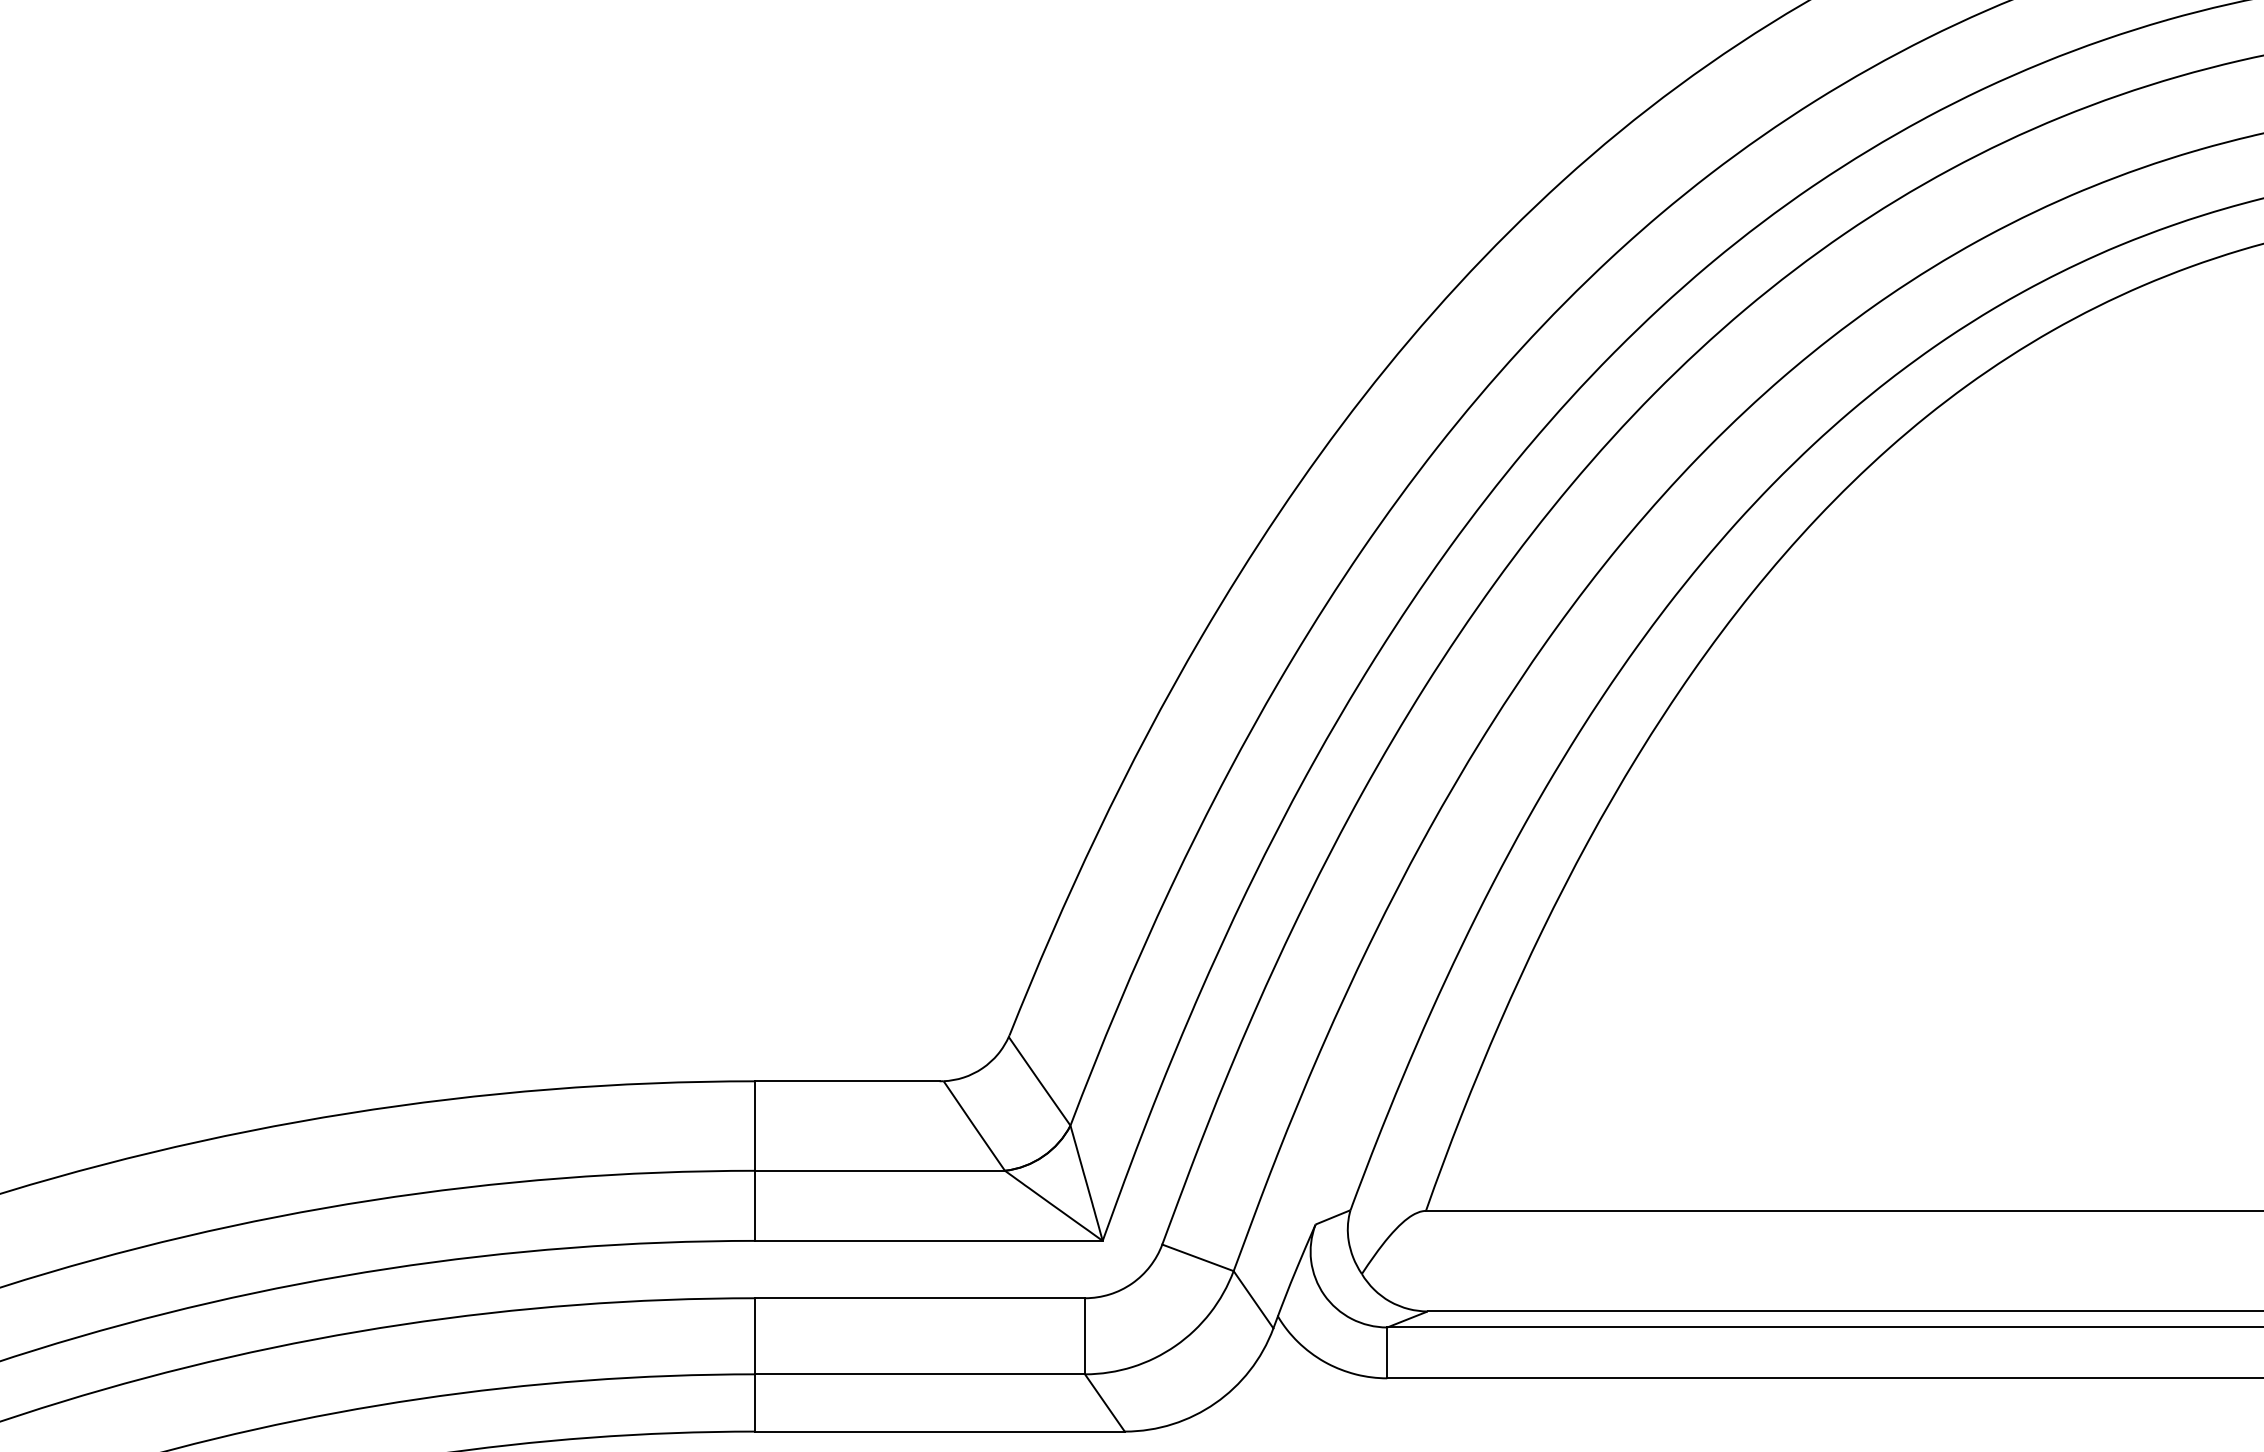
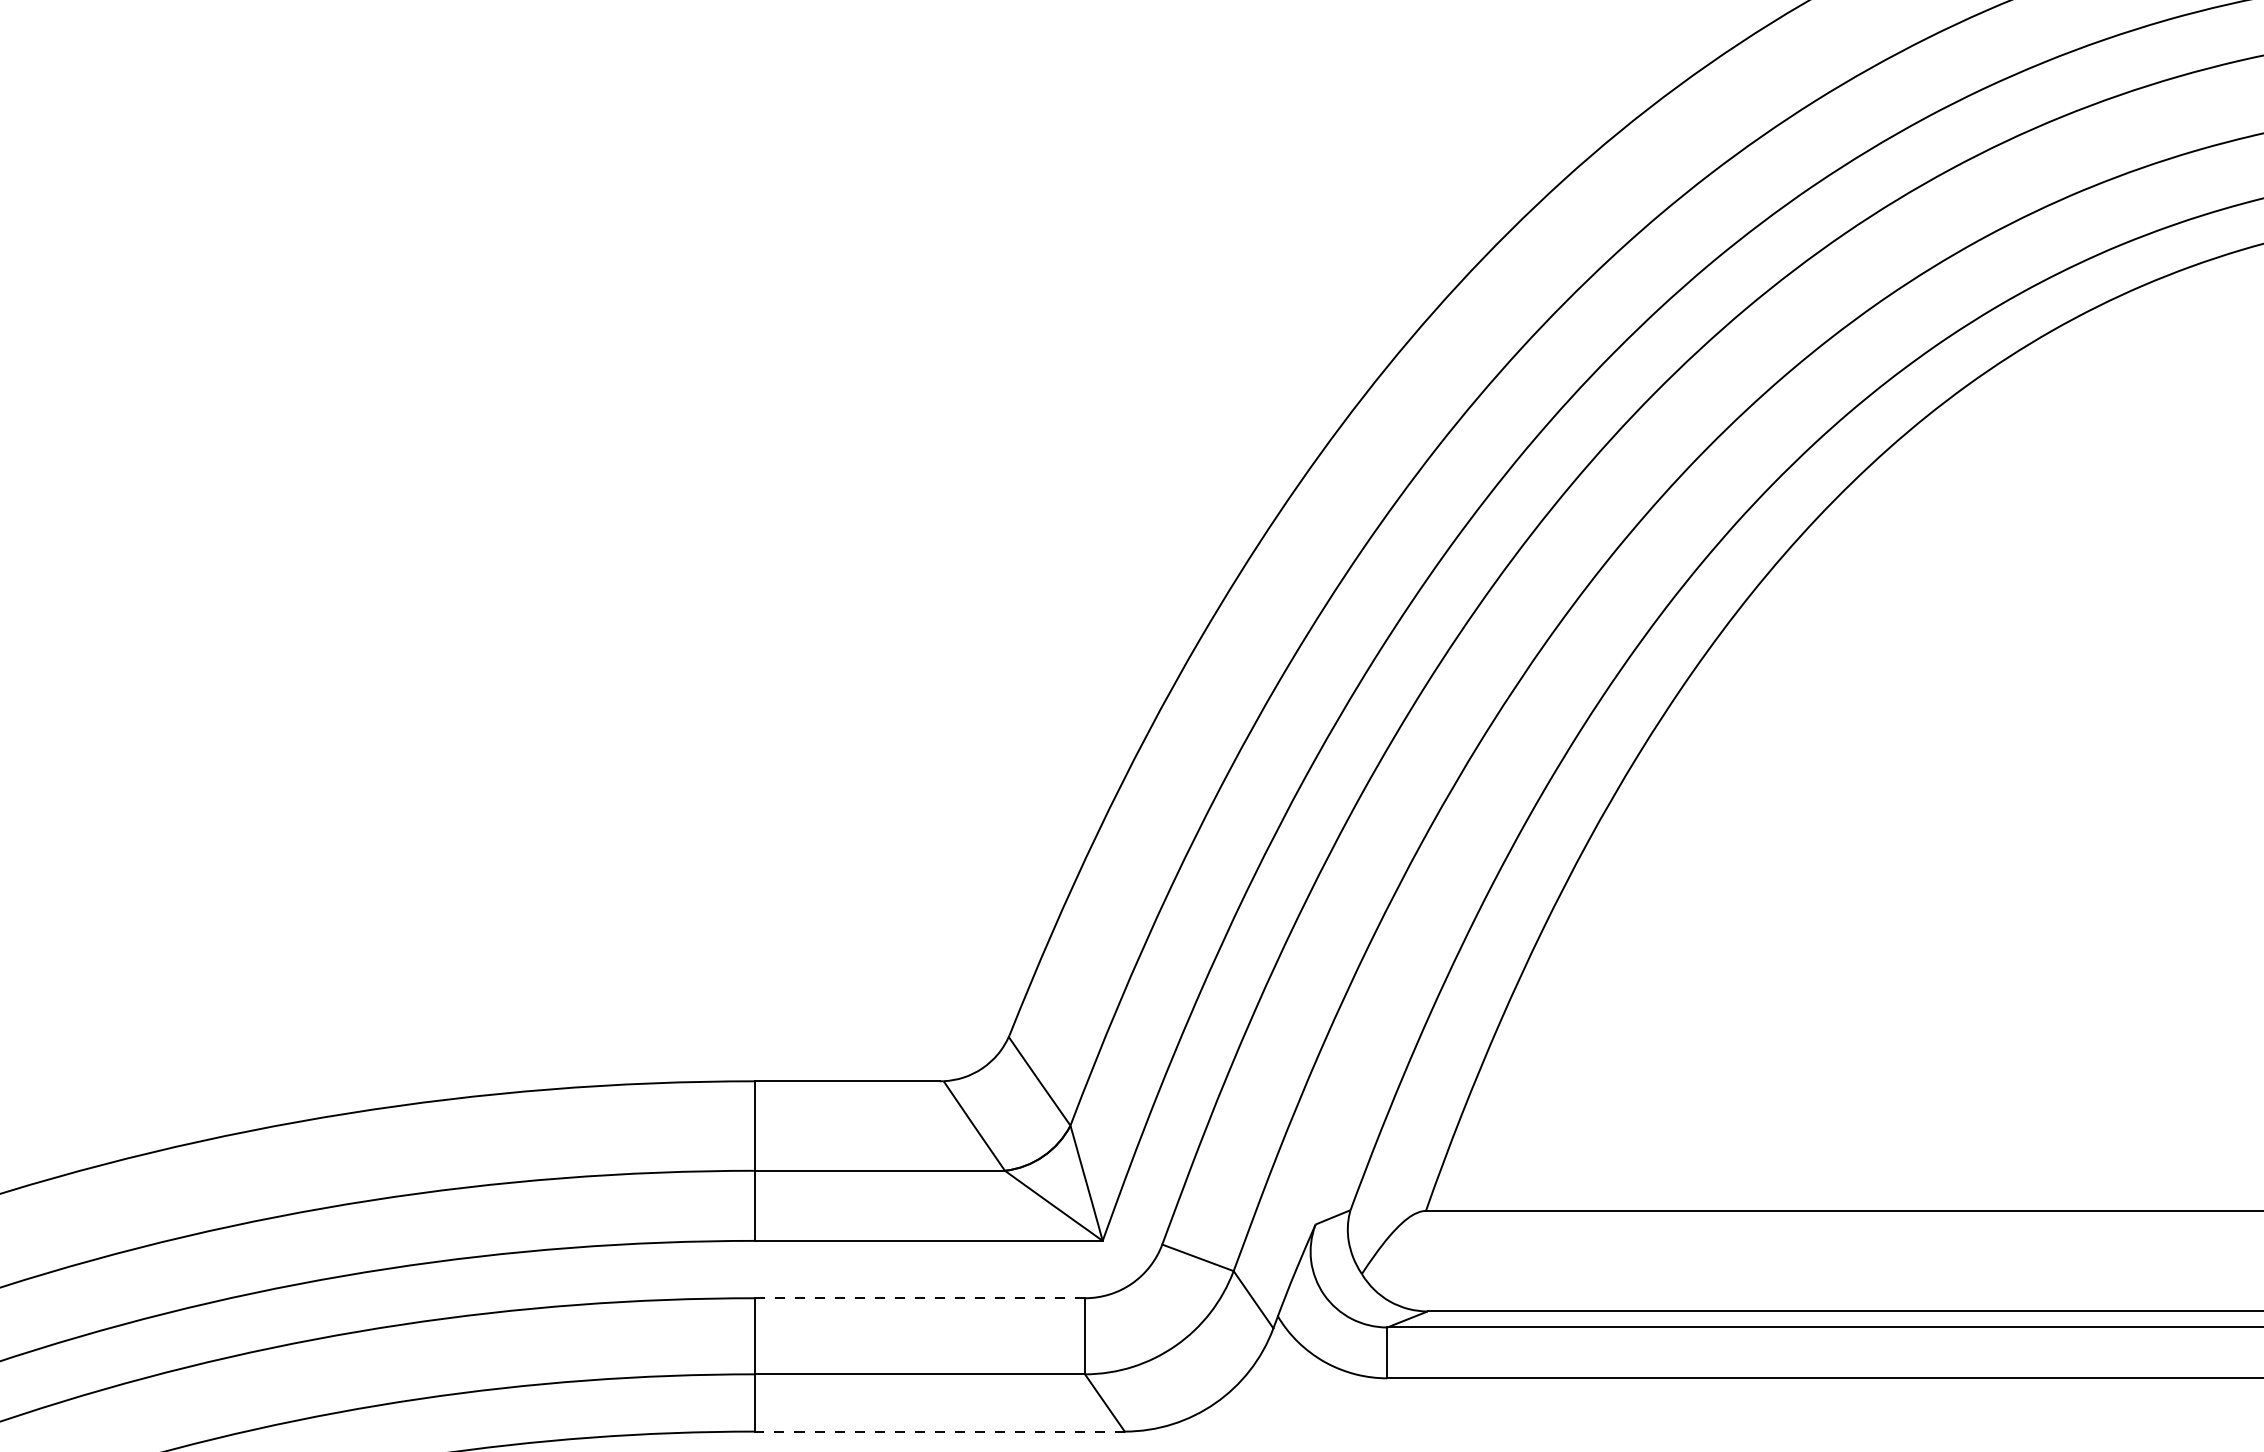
line at (920, 1298): solid -> dashed
line at (940, 1431): solid -> dashed
